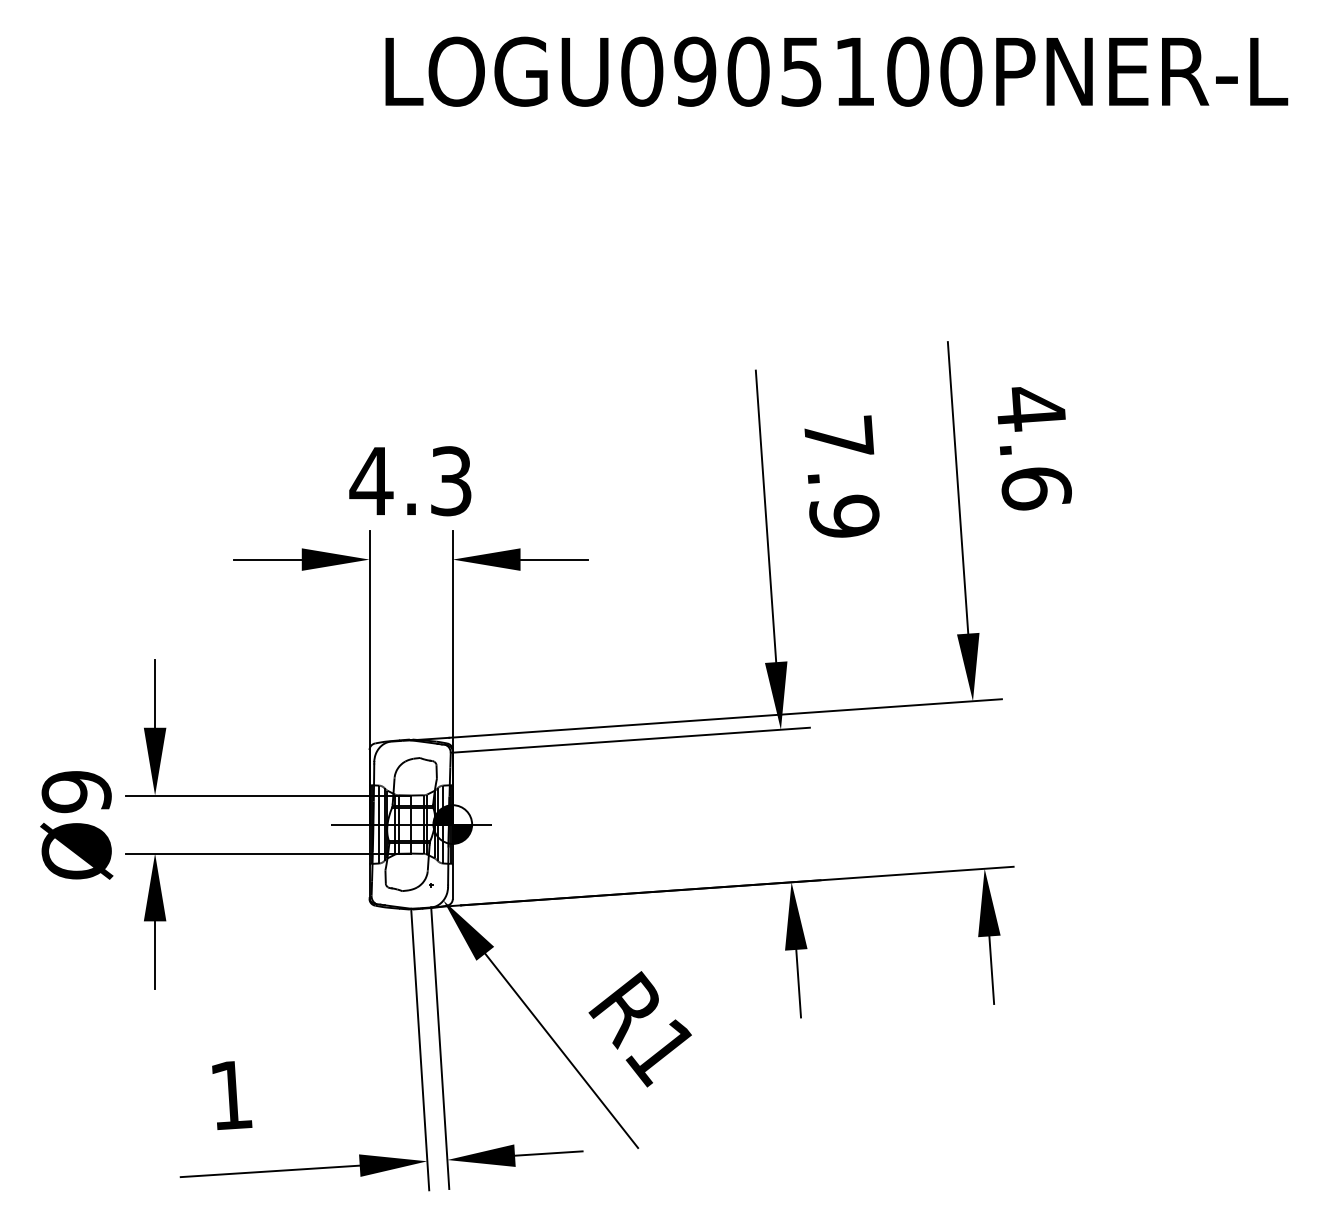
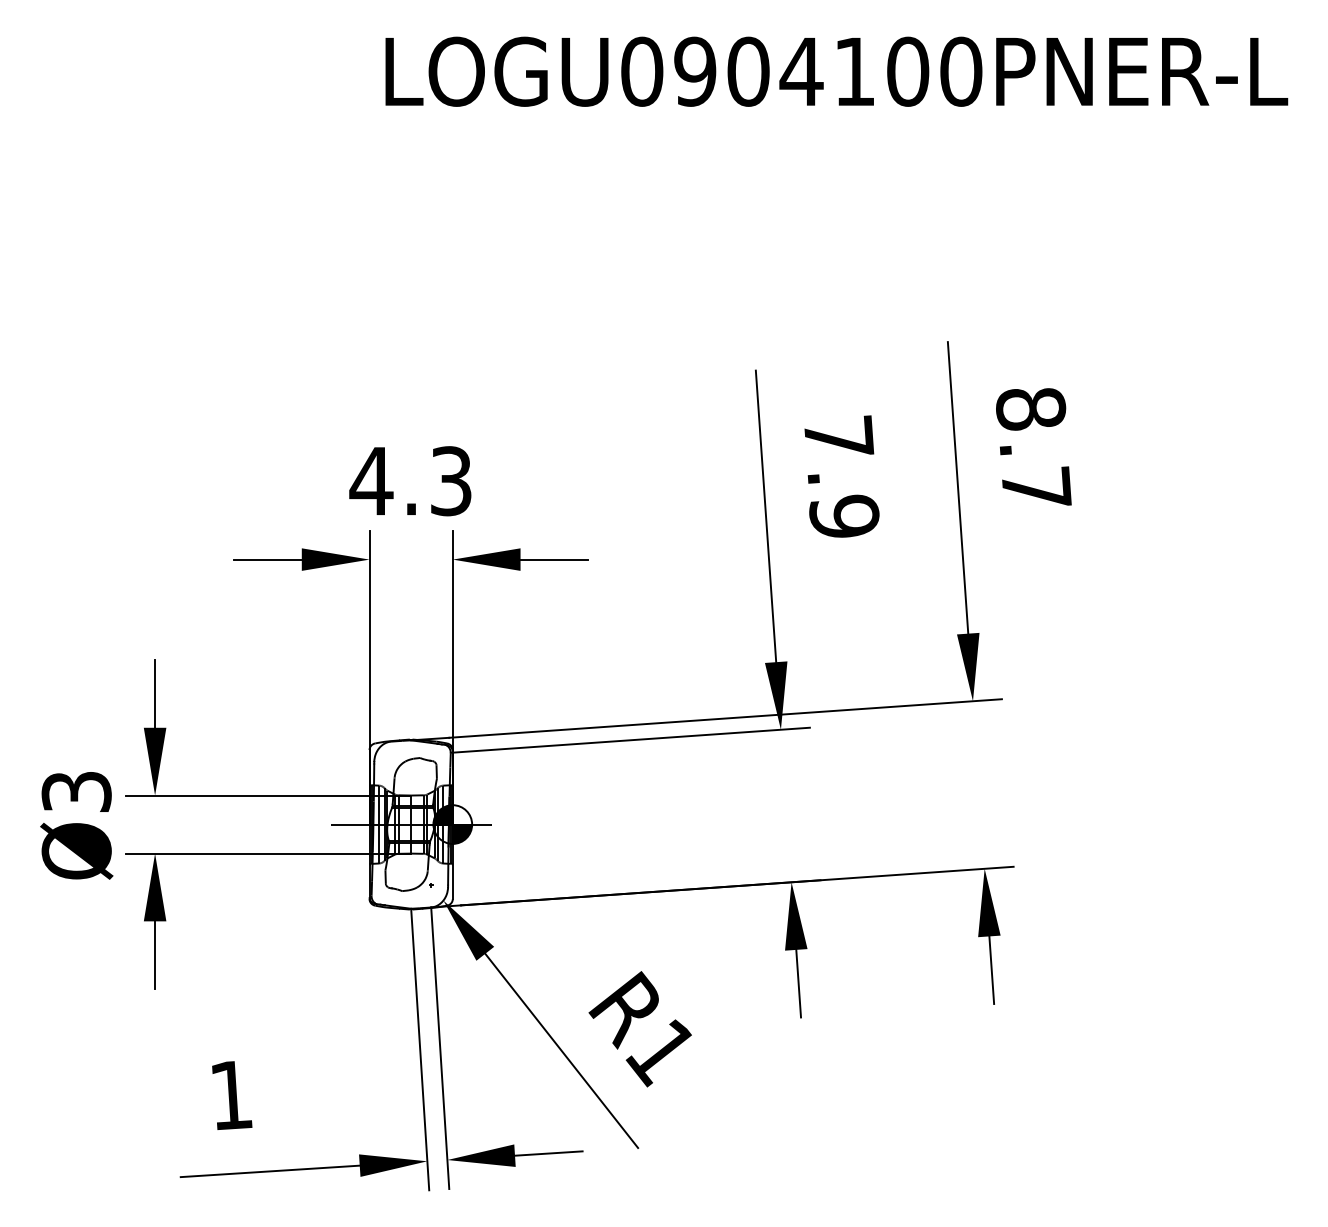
text at (801, 71): LOGU0905100PNER-L -> LOGU0904100PNER-L
text at (1033, 448): 4.6 -> 8.7
text at (76, 792): Ø9 -> Ø3
